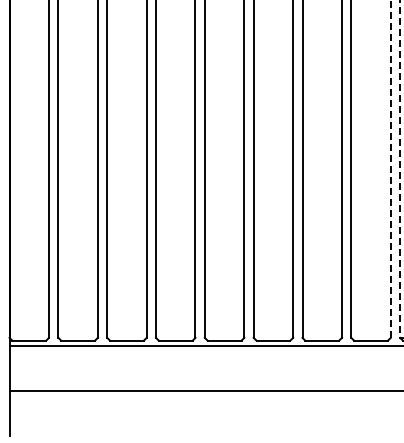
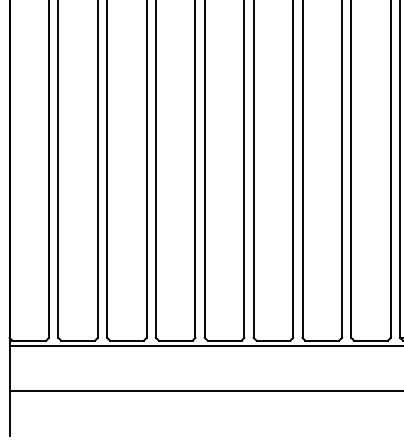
line at (390, 168): dashed -> solid
line at (400, 168): dashed -> solid
